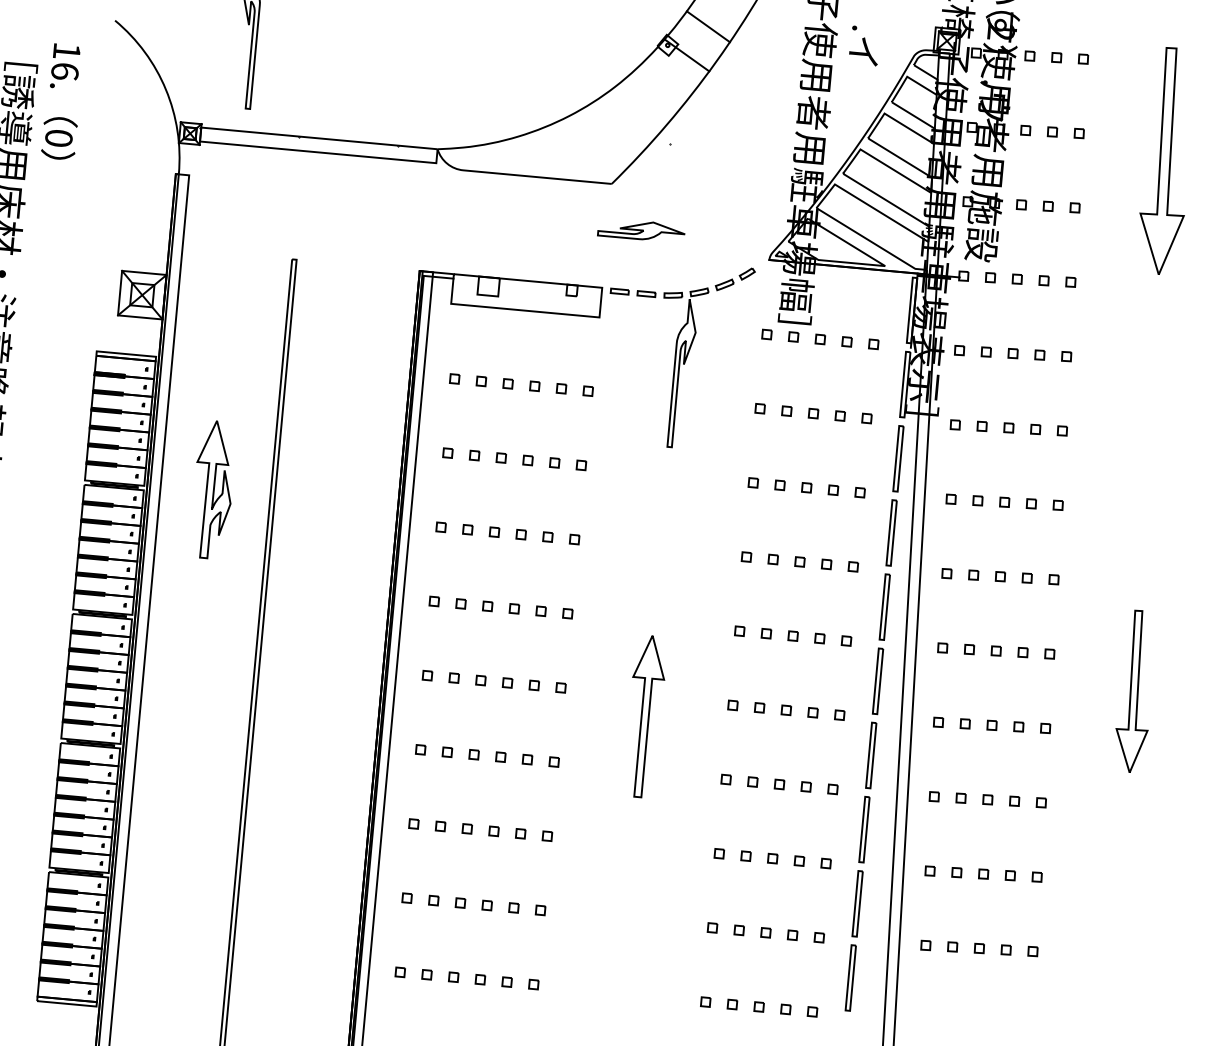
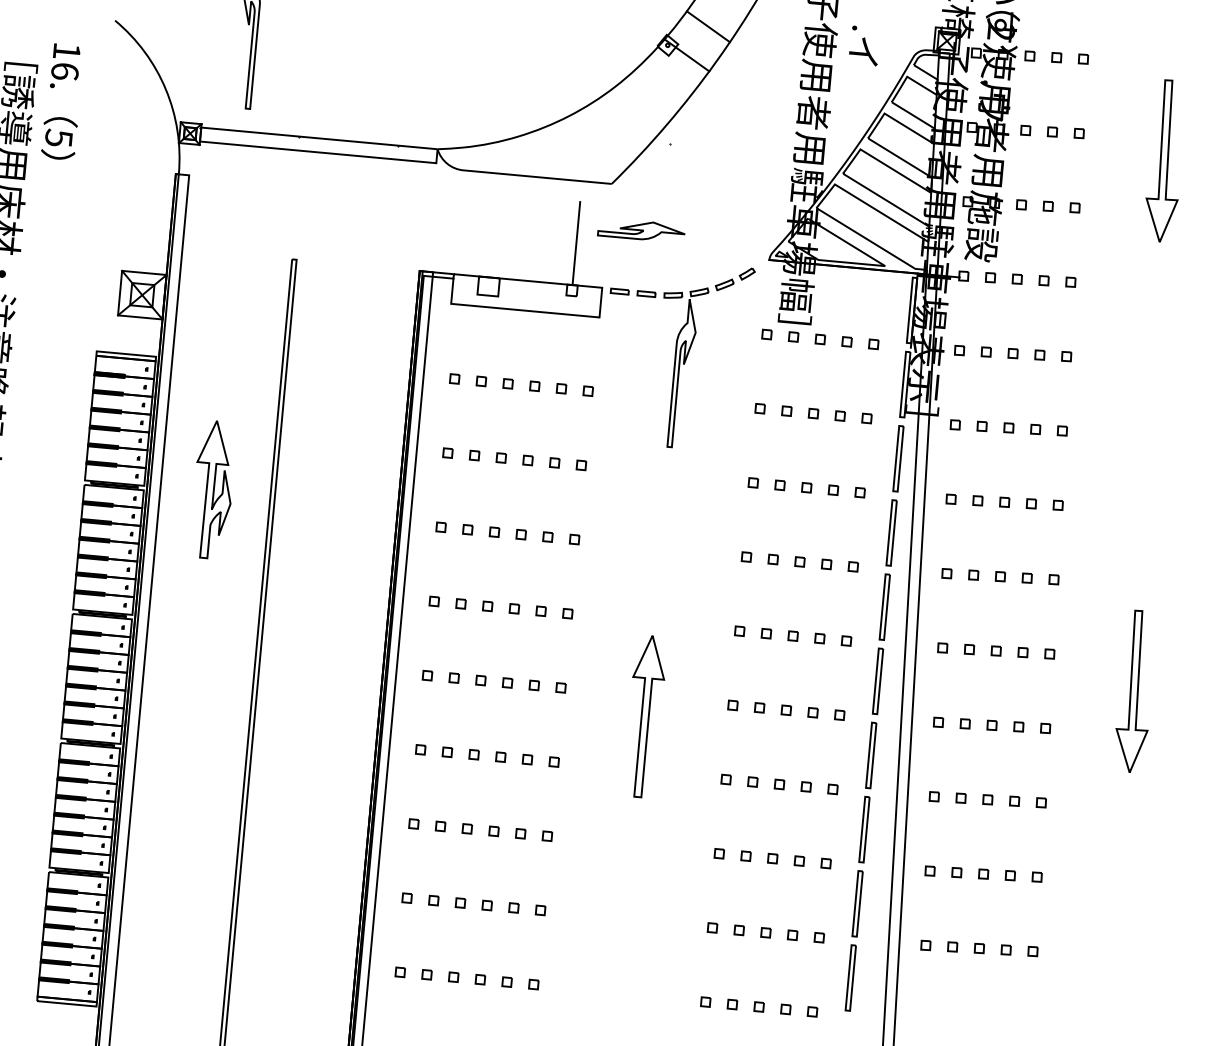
text at (58, 137): 0 -> 5
part at (1161, 160) size: 46x228 px -> 34x164 px
line at (576, 243): none -> present
